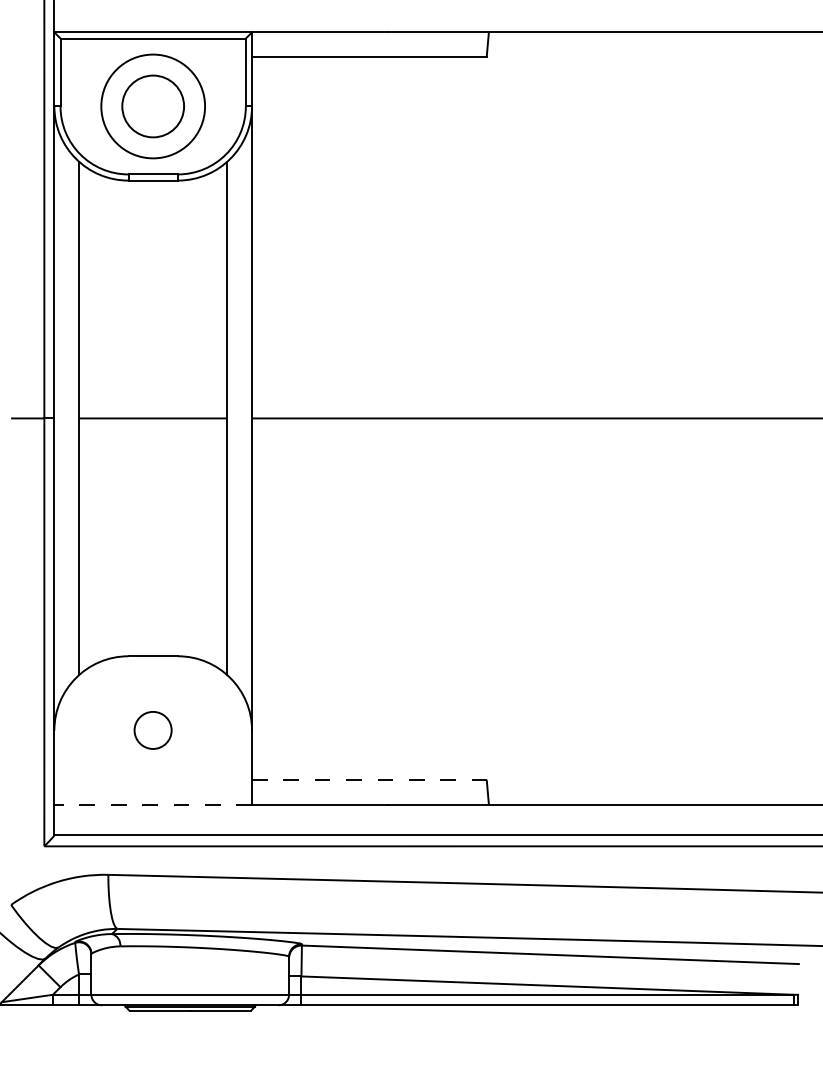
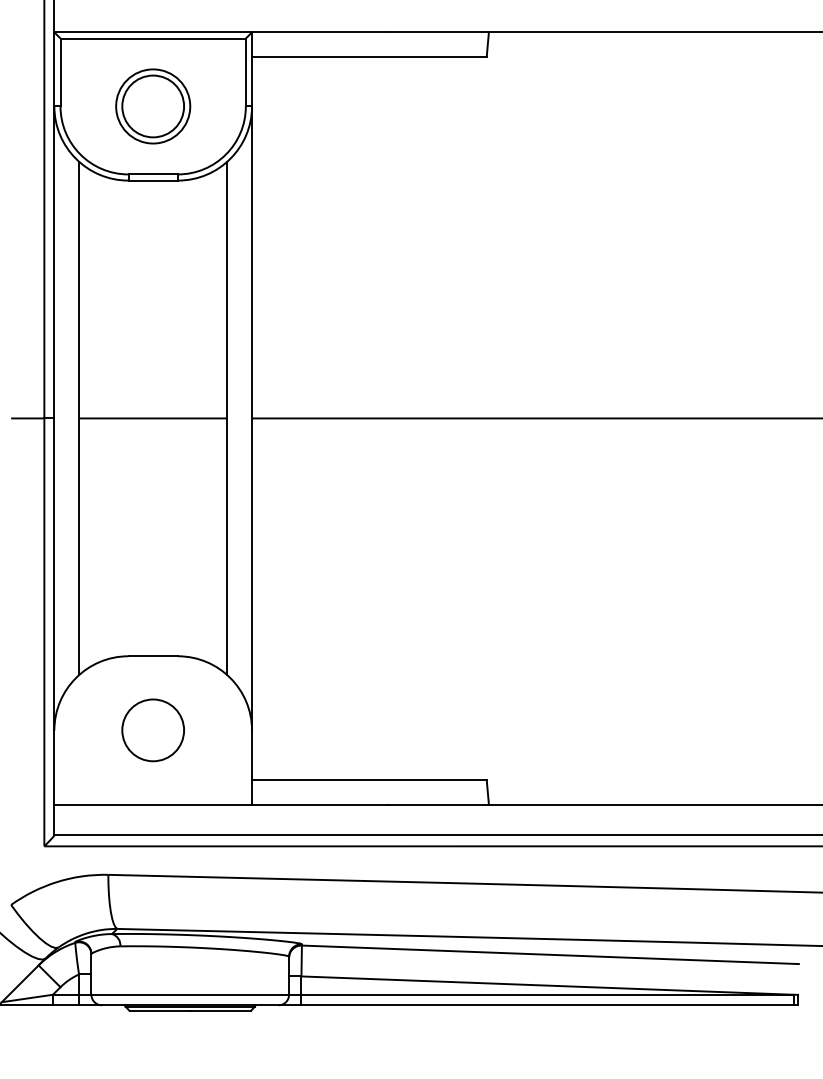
circle at (153, 106) diameter: 104 px -> 74 px
circle at (152, 730) size: 40x39 px -> 64x65 px
line at (369, 779): dashed -> solid
line at (153, 804): dashed -> solid
